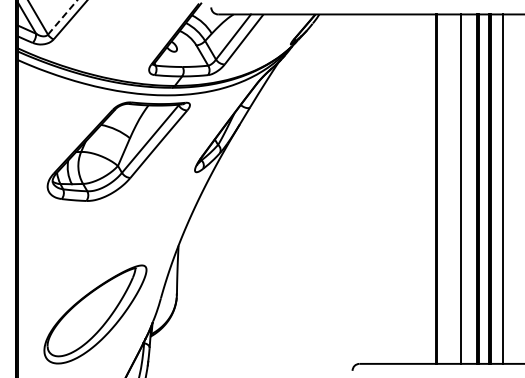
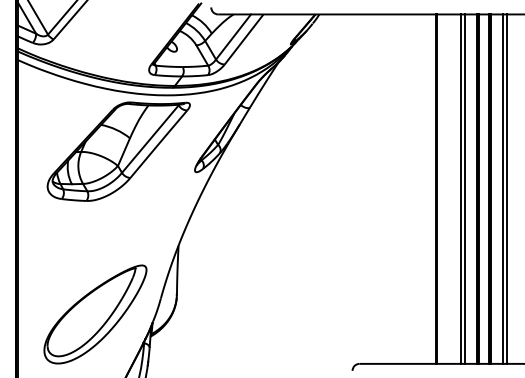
line at (62, 17): dashed -> solid
line at (465, 188): none -> present
line at (506, 188): none -> present
